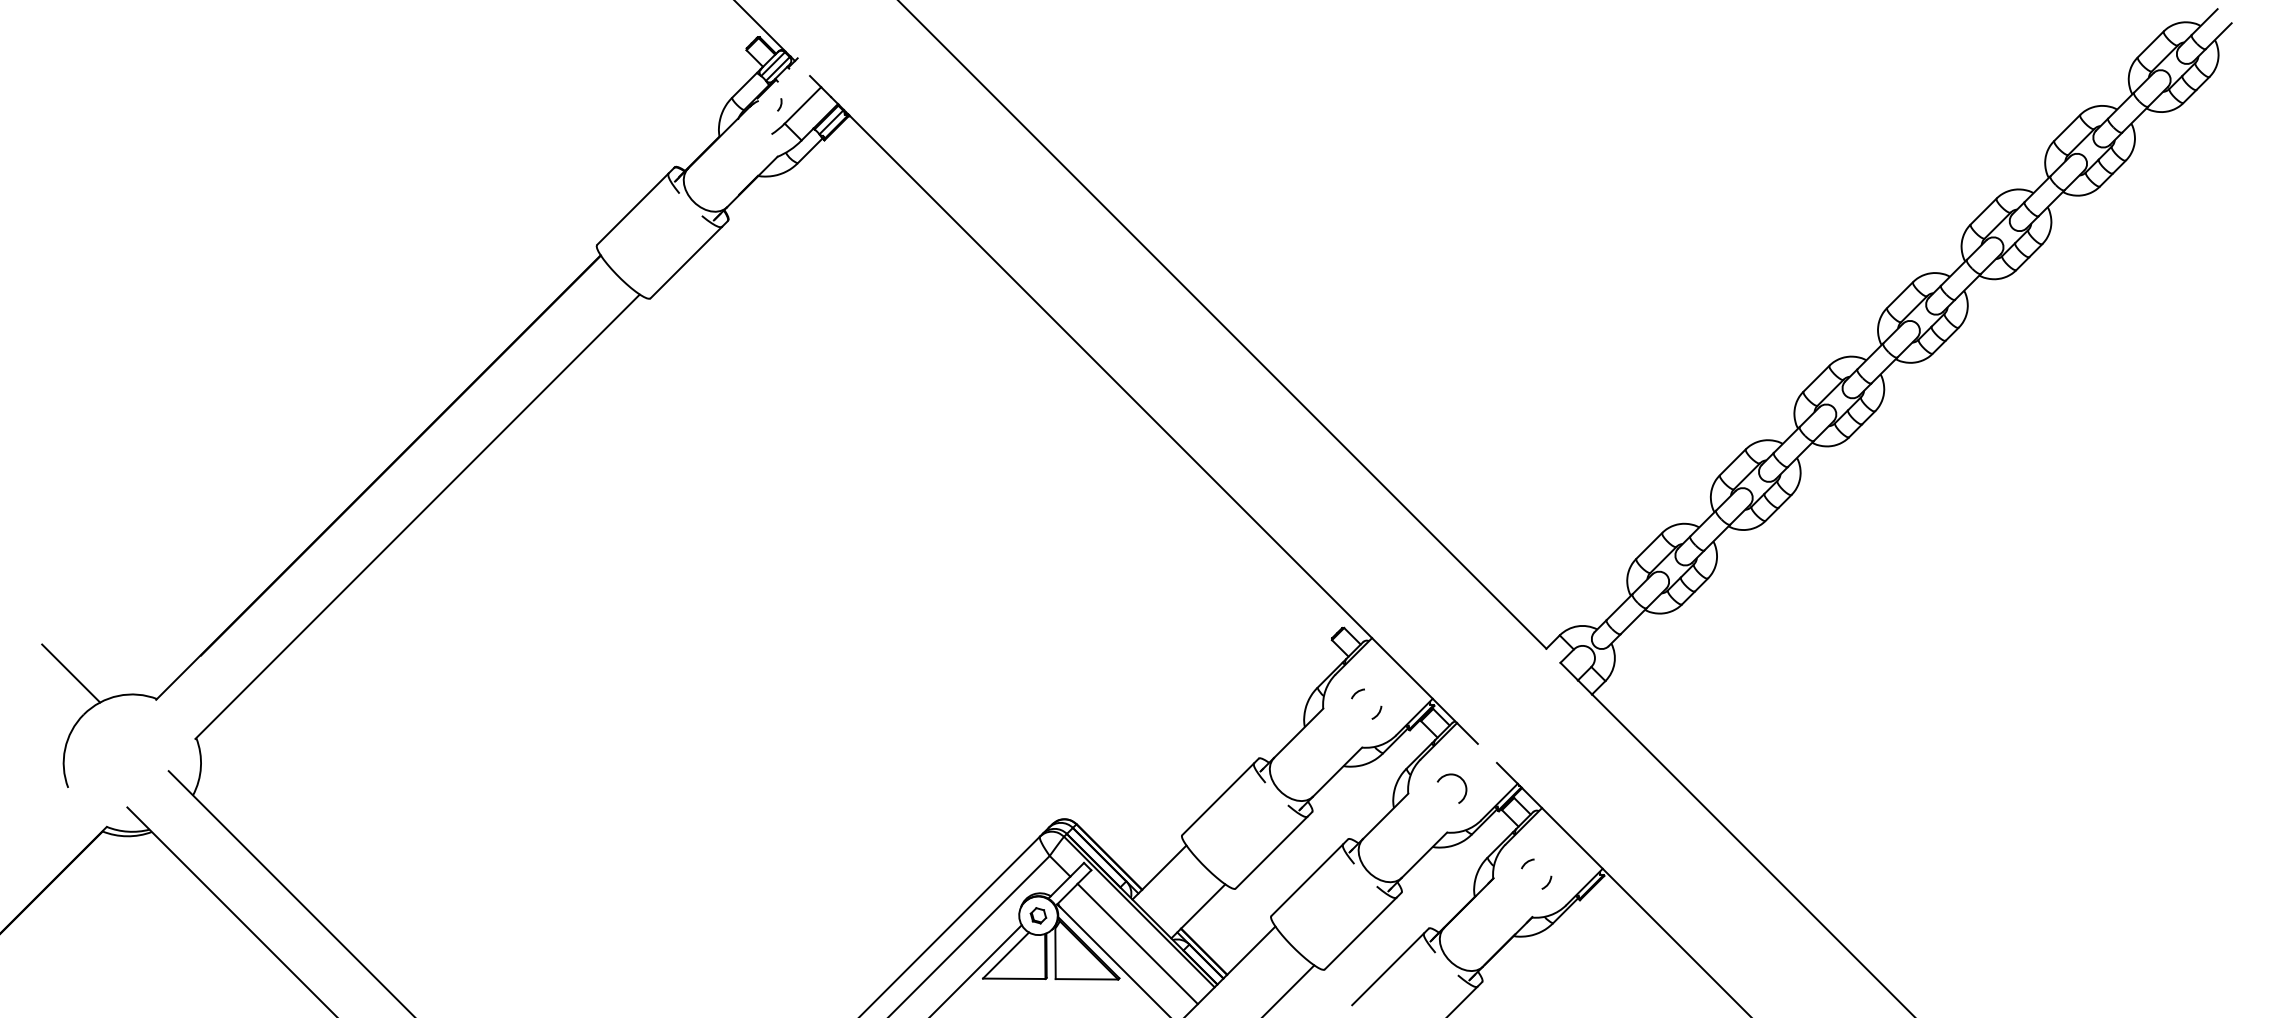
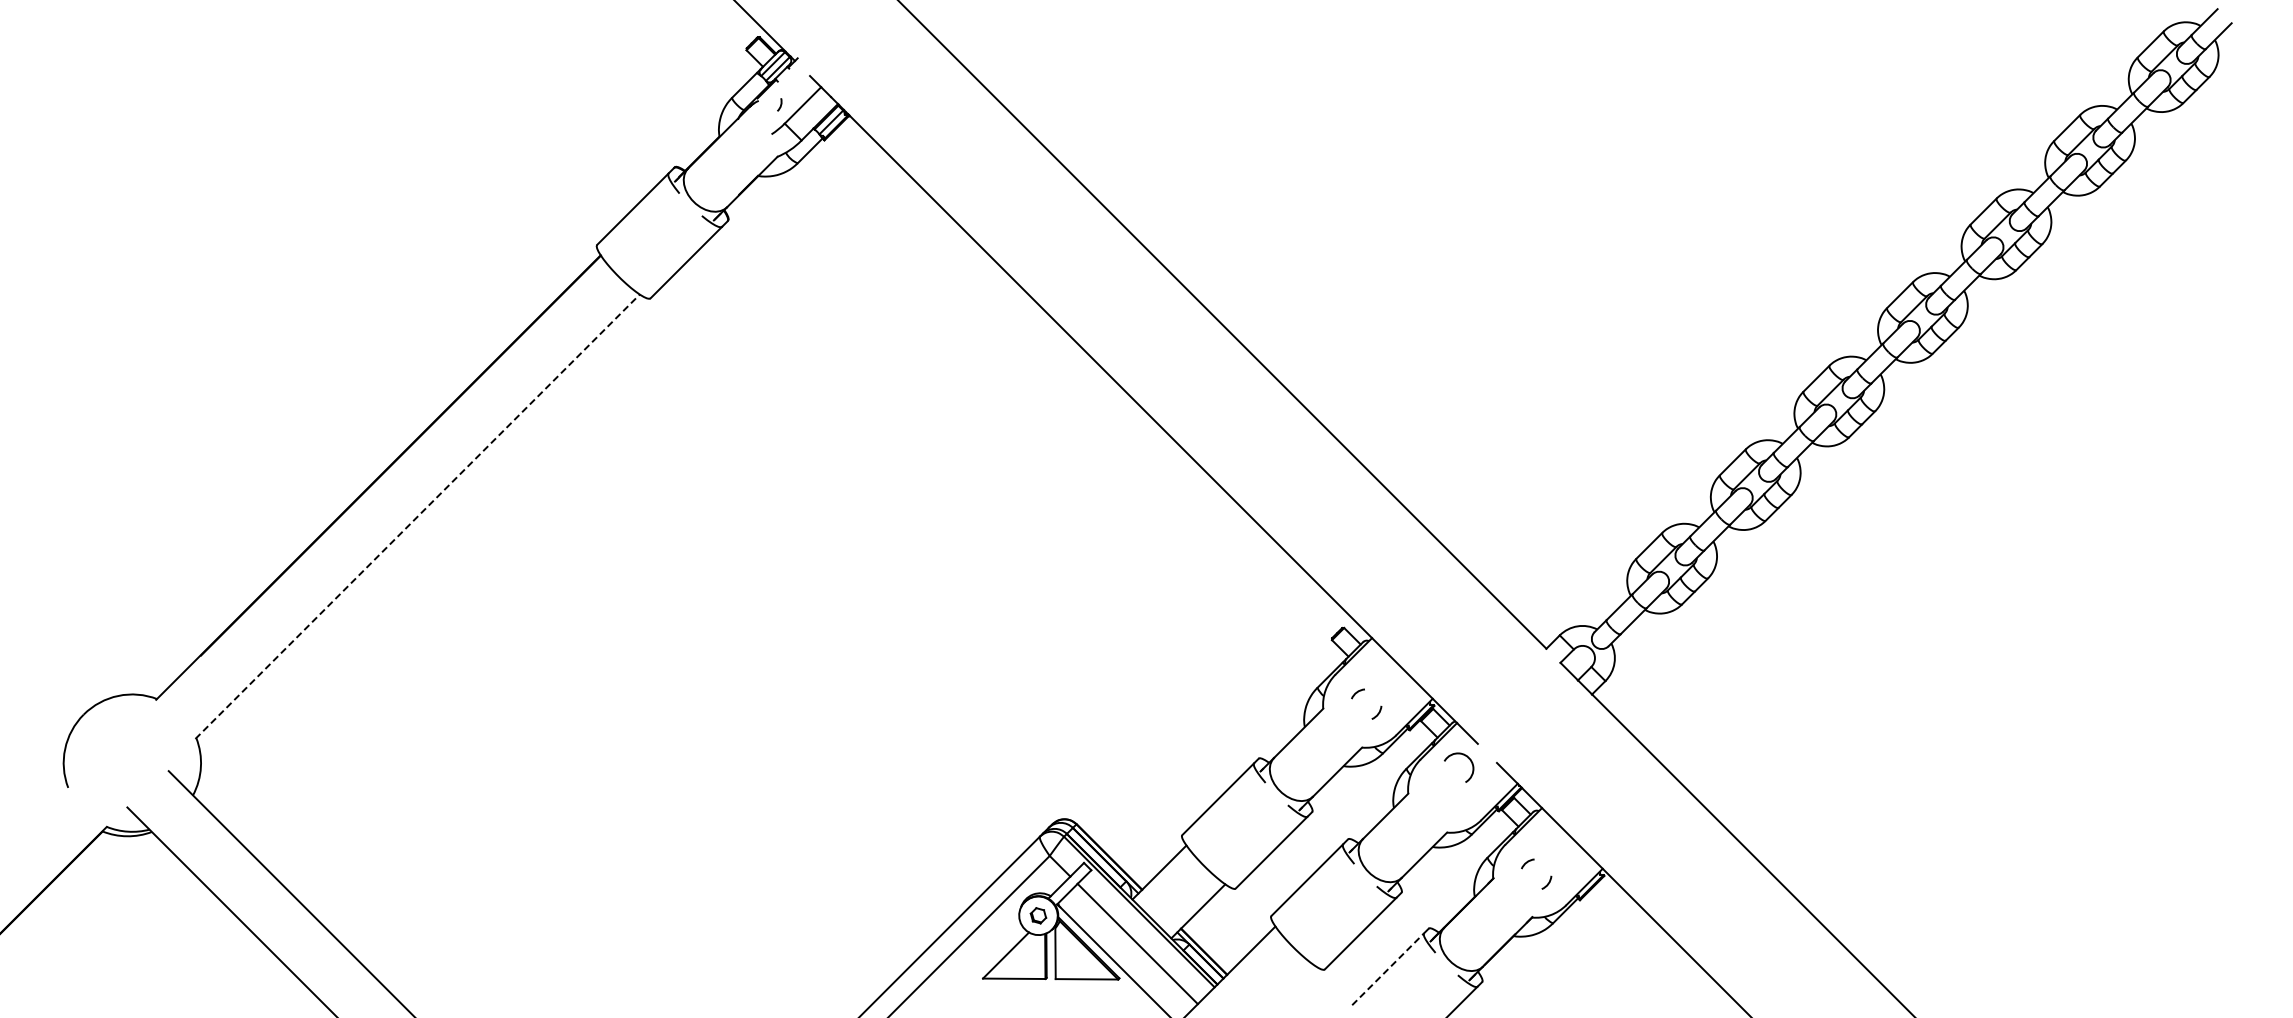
line at (417, 516): solid -> dashed
line at (71, 673): present -> none
arc at (1455, 776) position: (1455, 776) -> (1462, 755)
line at (976, 969): present -> none
line at (1388, 969): solid -> dashed
line at (1289, 989): present -> none
